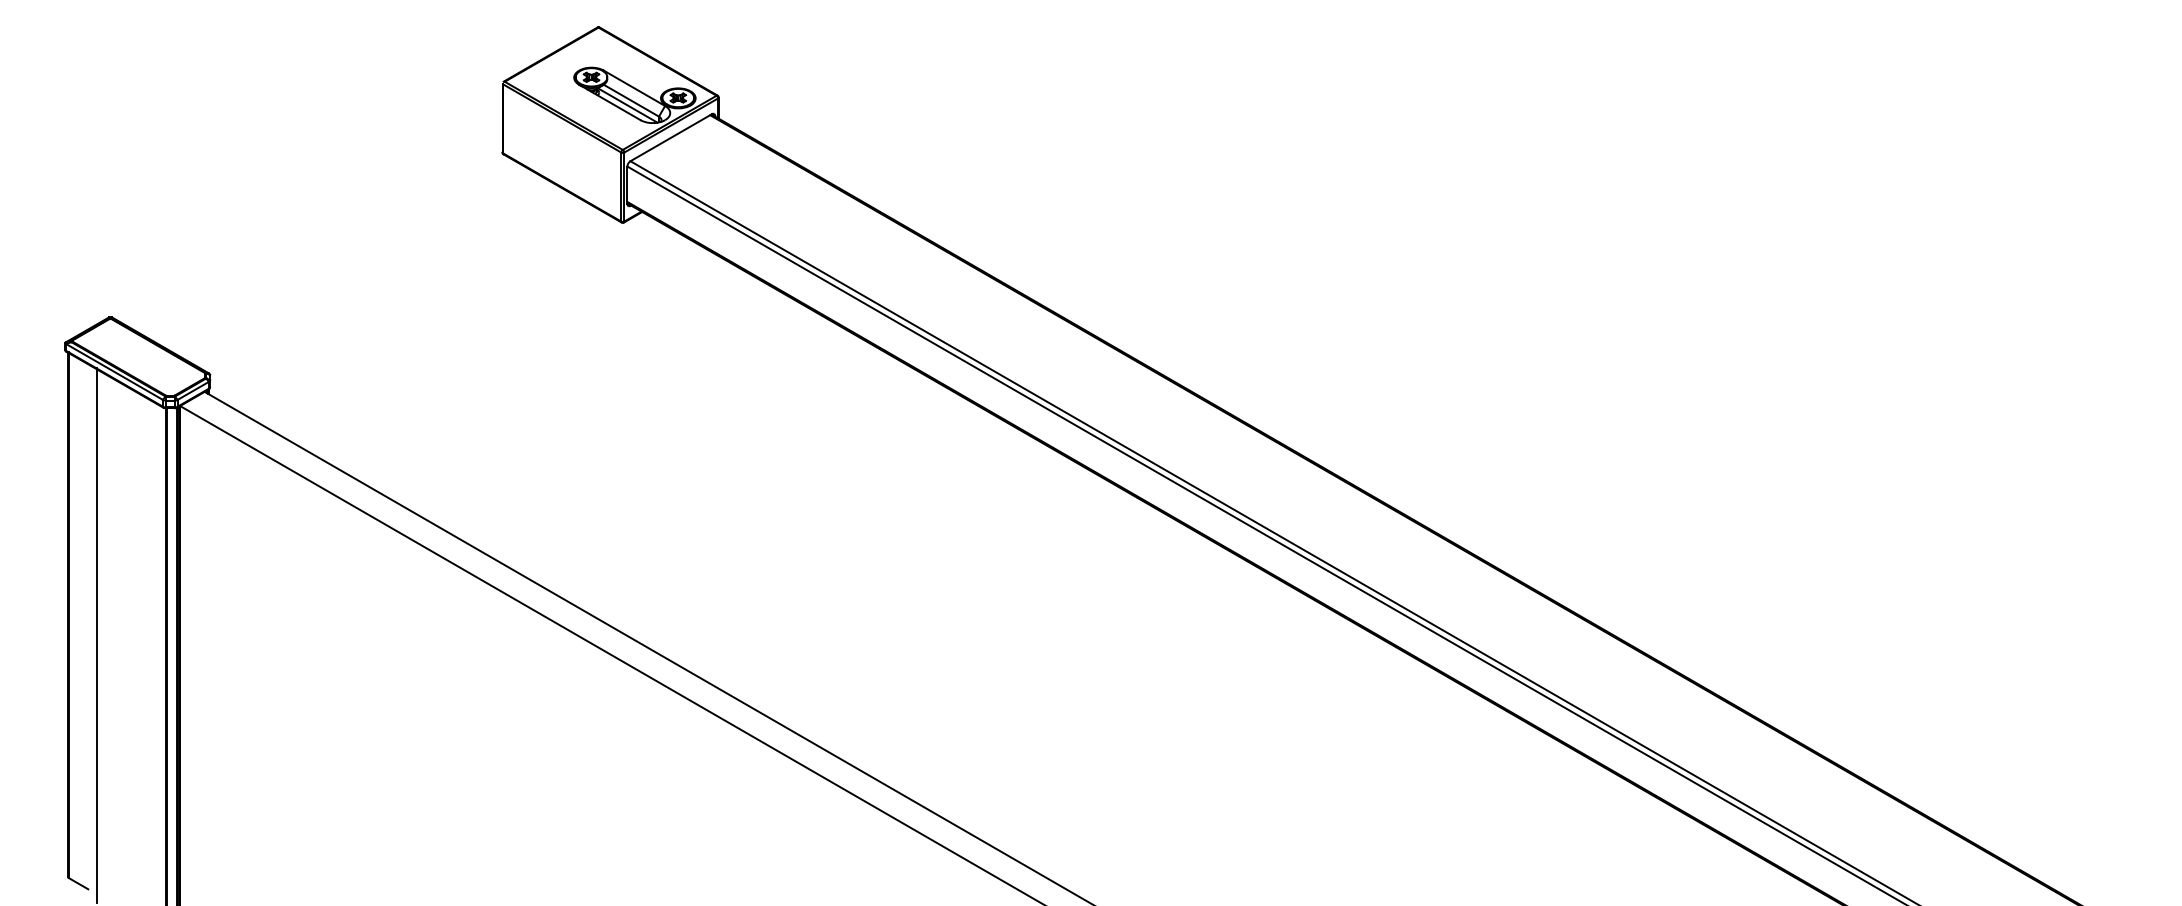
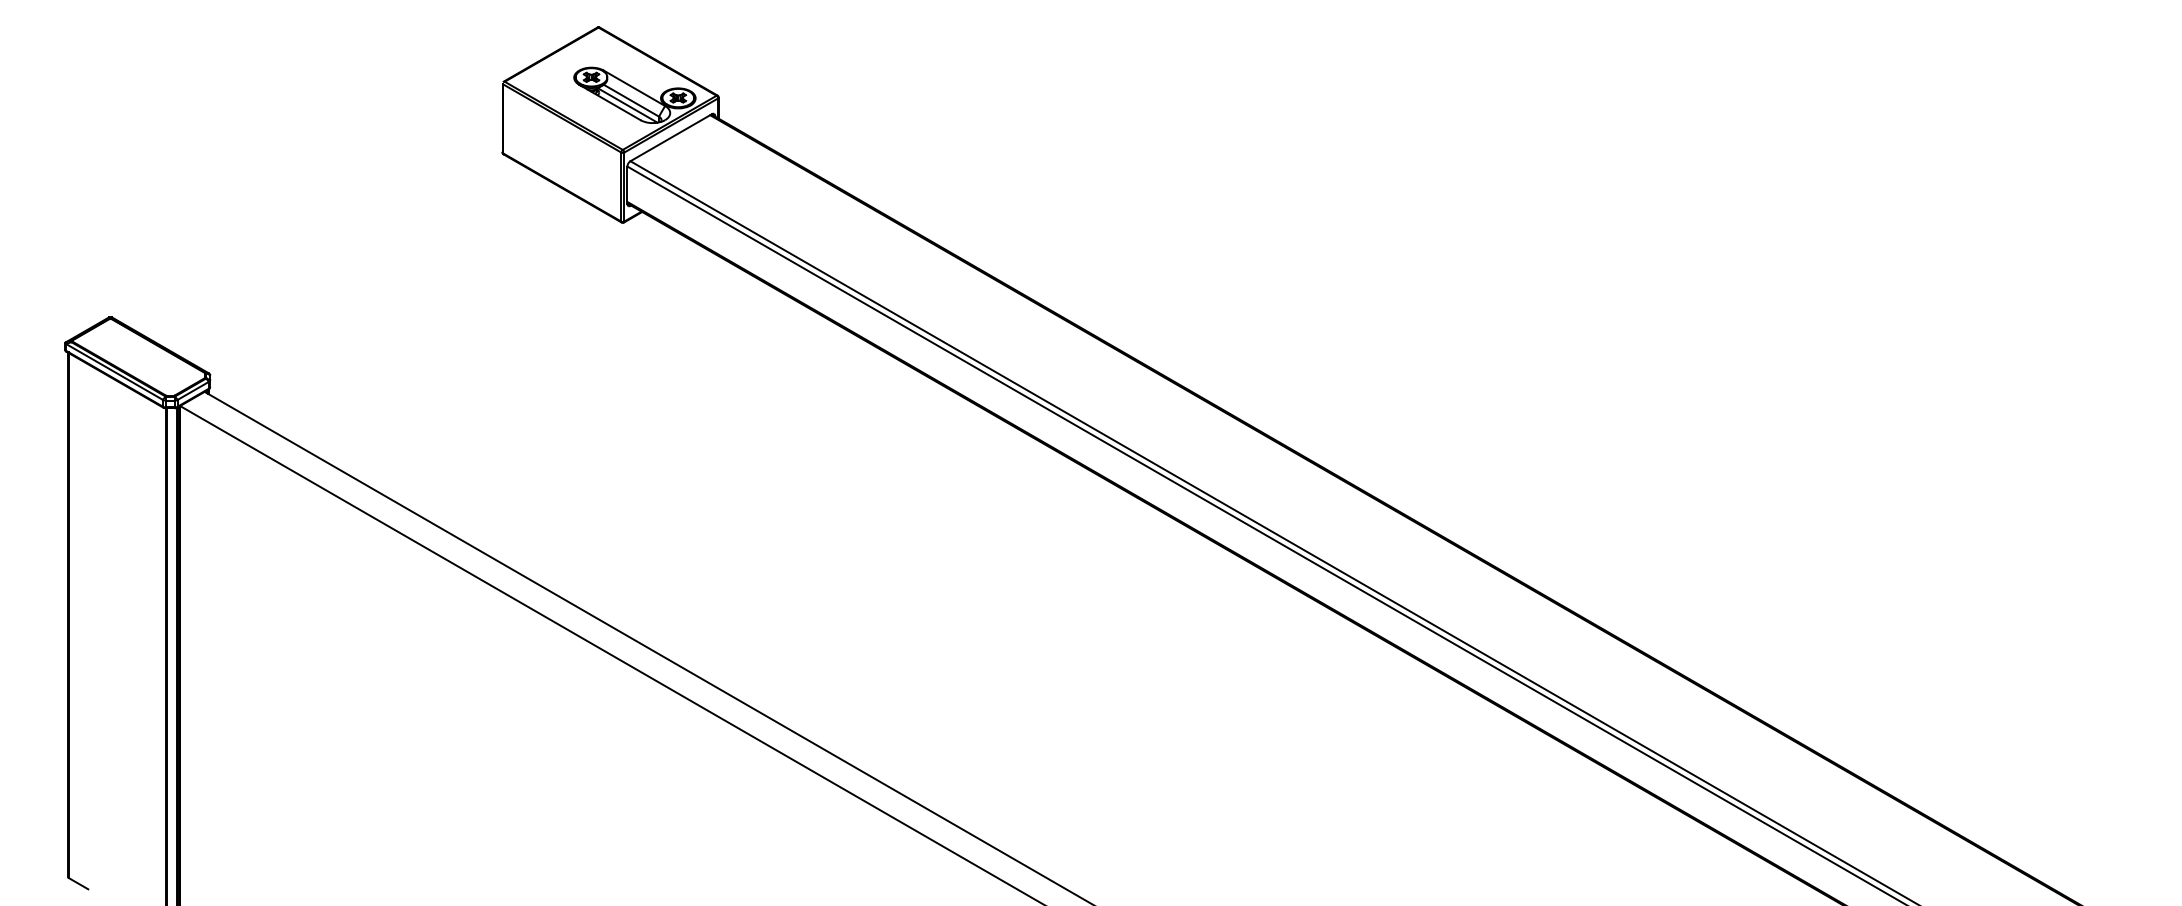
line at (96, 635): present -> none
